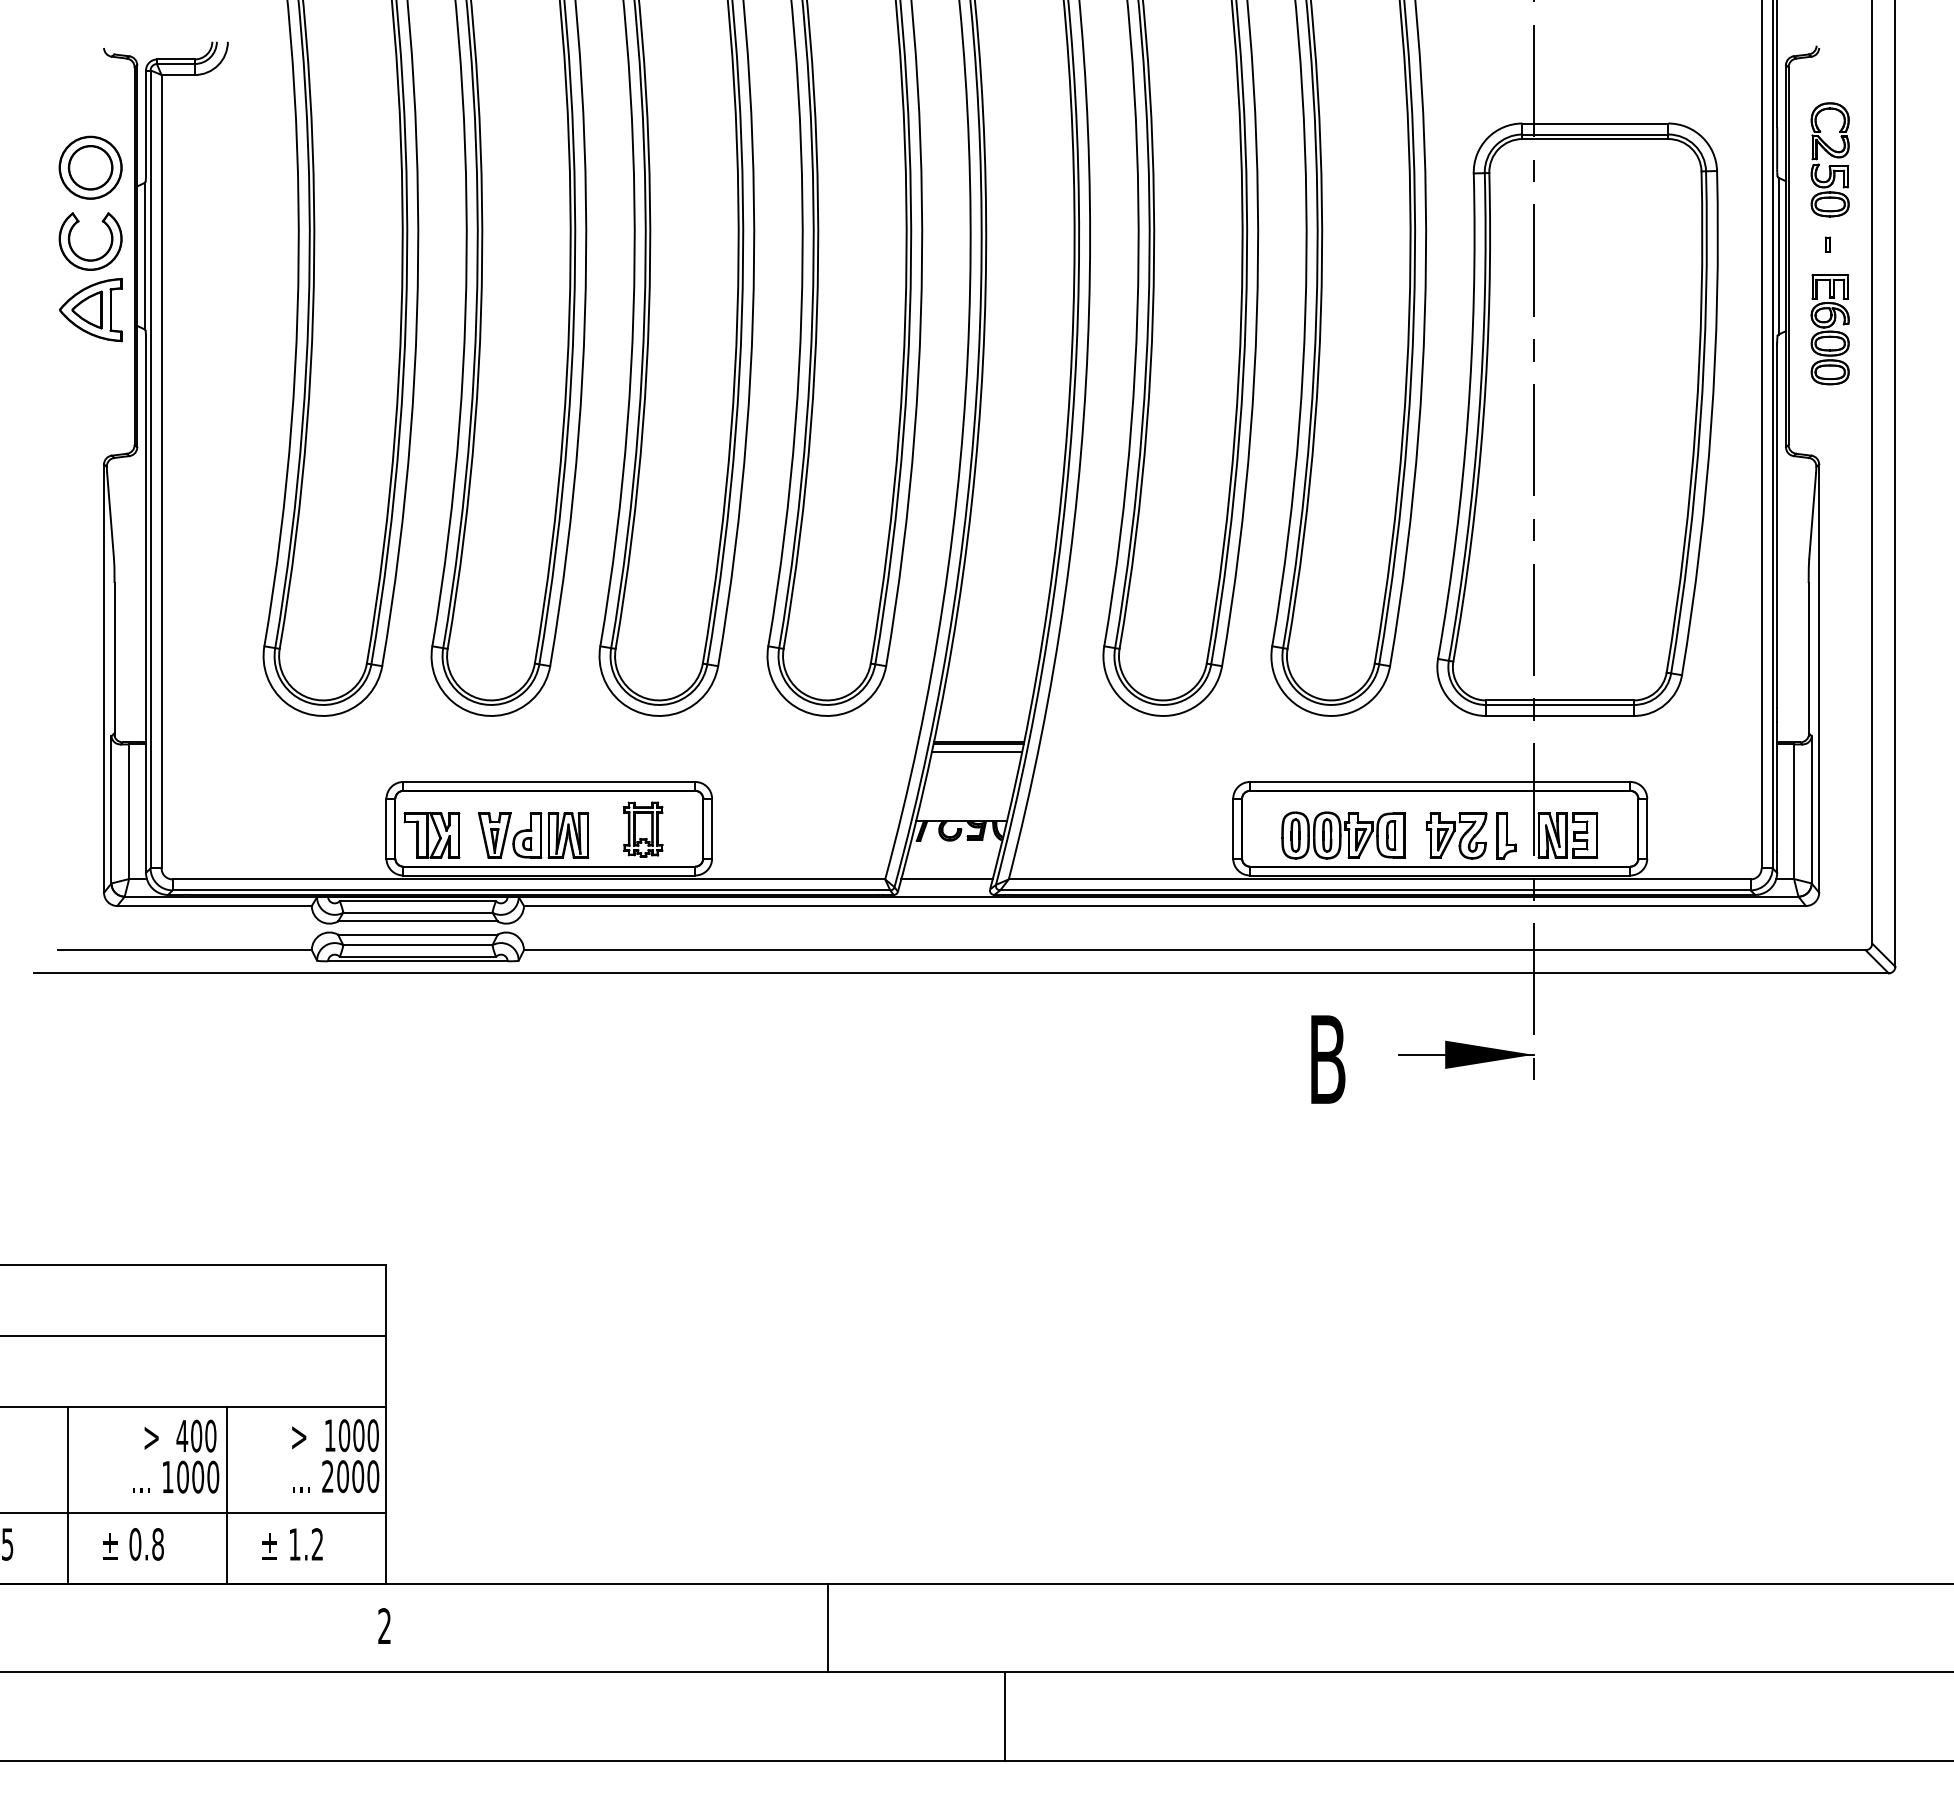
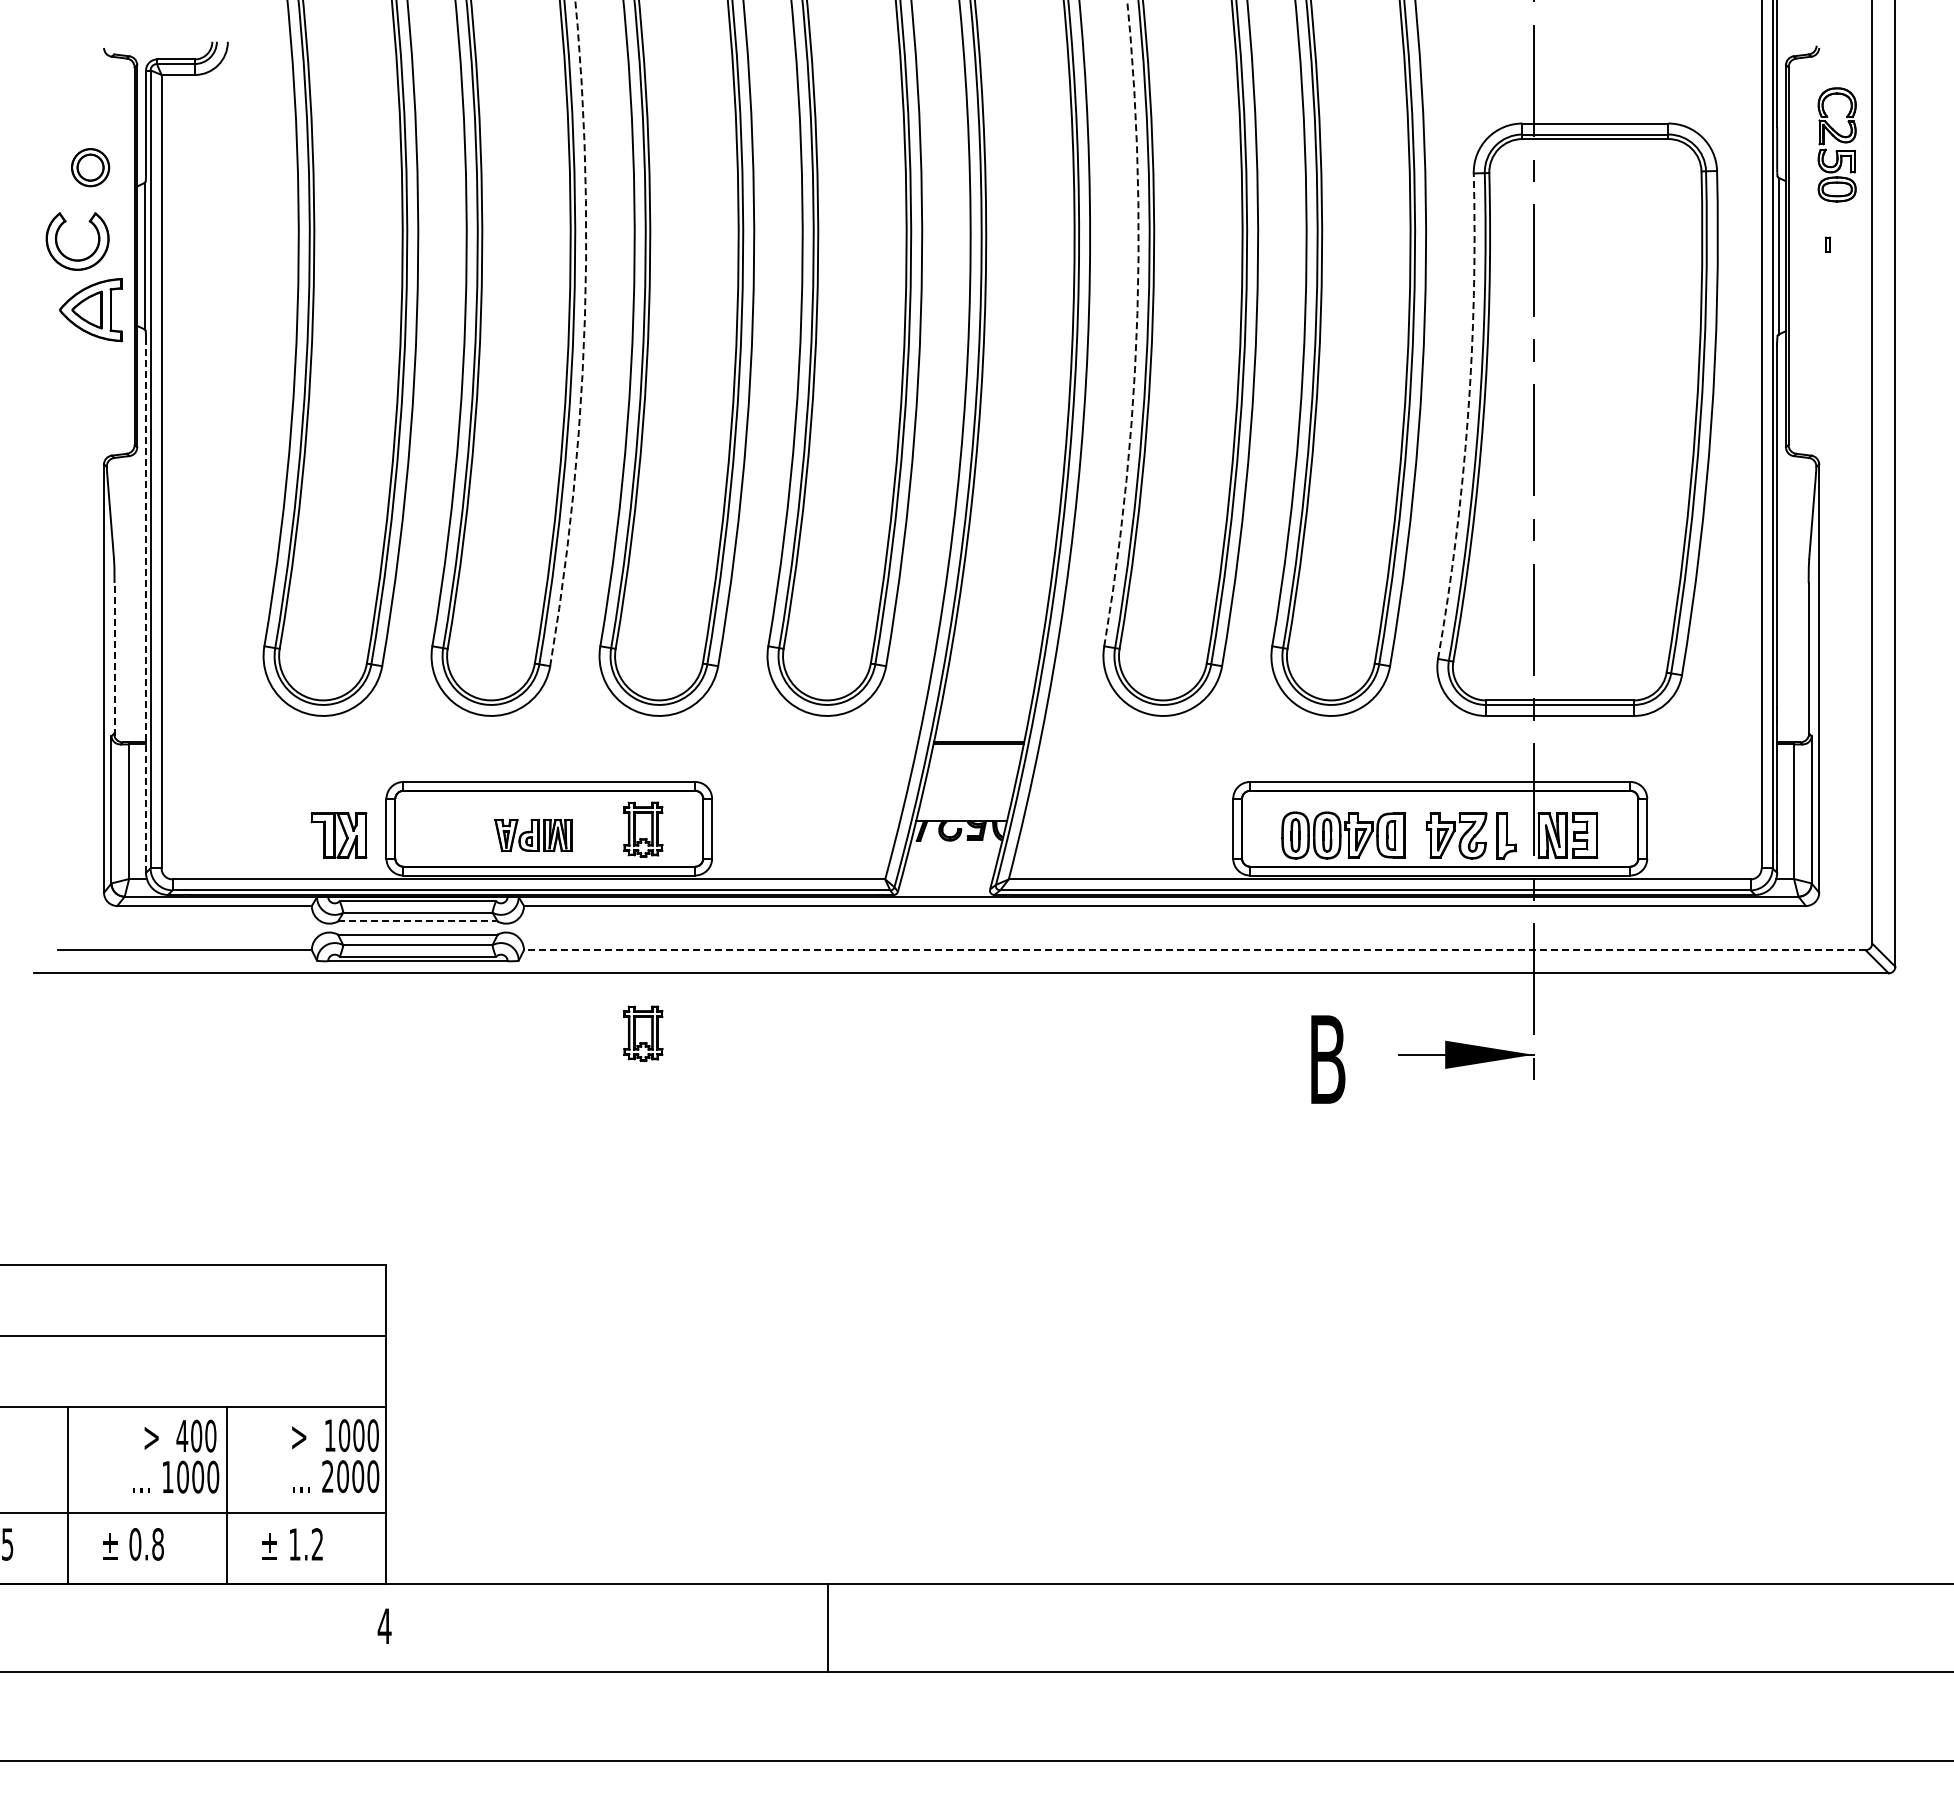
part at (1829, 159) position: (1829, 159) -> (1836, 144)
part at (90, 167) size: 65x65 px -> 40x40 px
part at (85, 258) position: (85, 258) -> (72, 258)
arc at (1137, 323): solid -> dashed
part at (1829, 329): present -> none
arc at (584, 333): solid -> dashed
arc at (1467, 417): solid -> dashed
line at (146, 605): solid -> dashed
line at (114, 659): solid -> dashed
line at (976, 751): present -> none
part at (431, 835) position: (431, 835) -> (338, 835)
part at (533, 835) size: 113x47 px -> 79x34 px
line at (946, 879): present -> none
line at (417, 921): solid -> dashed
line at (1194, 950): solid -> dashed
part at (643, 1033): none -> present
text at (384, 1625): 2 -> 4
line at (1004, 1716): present -> none
